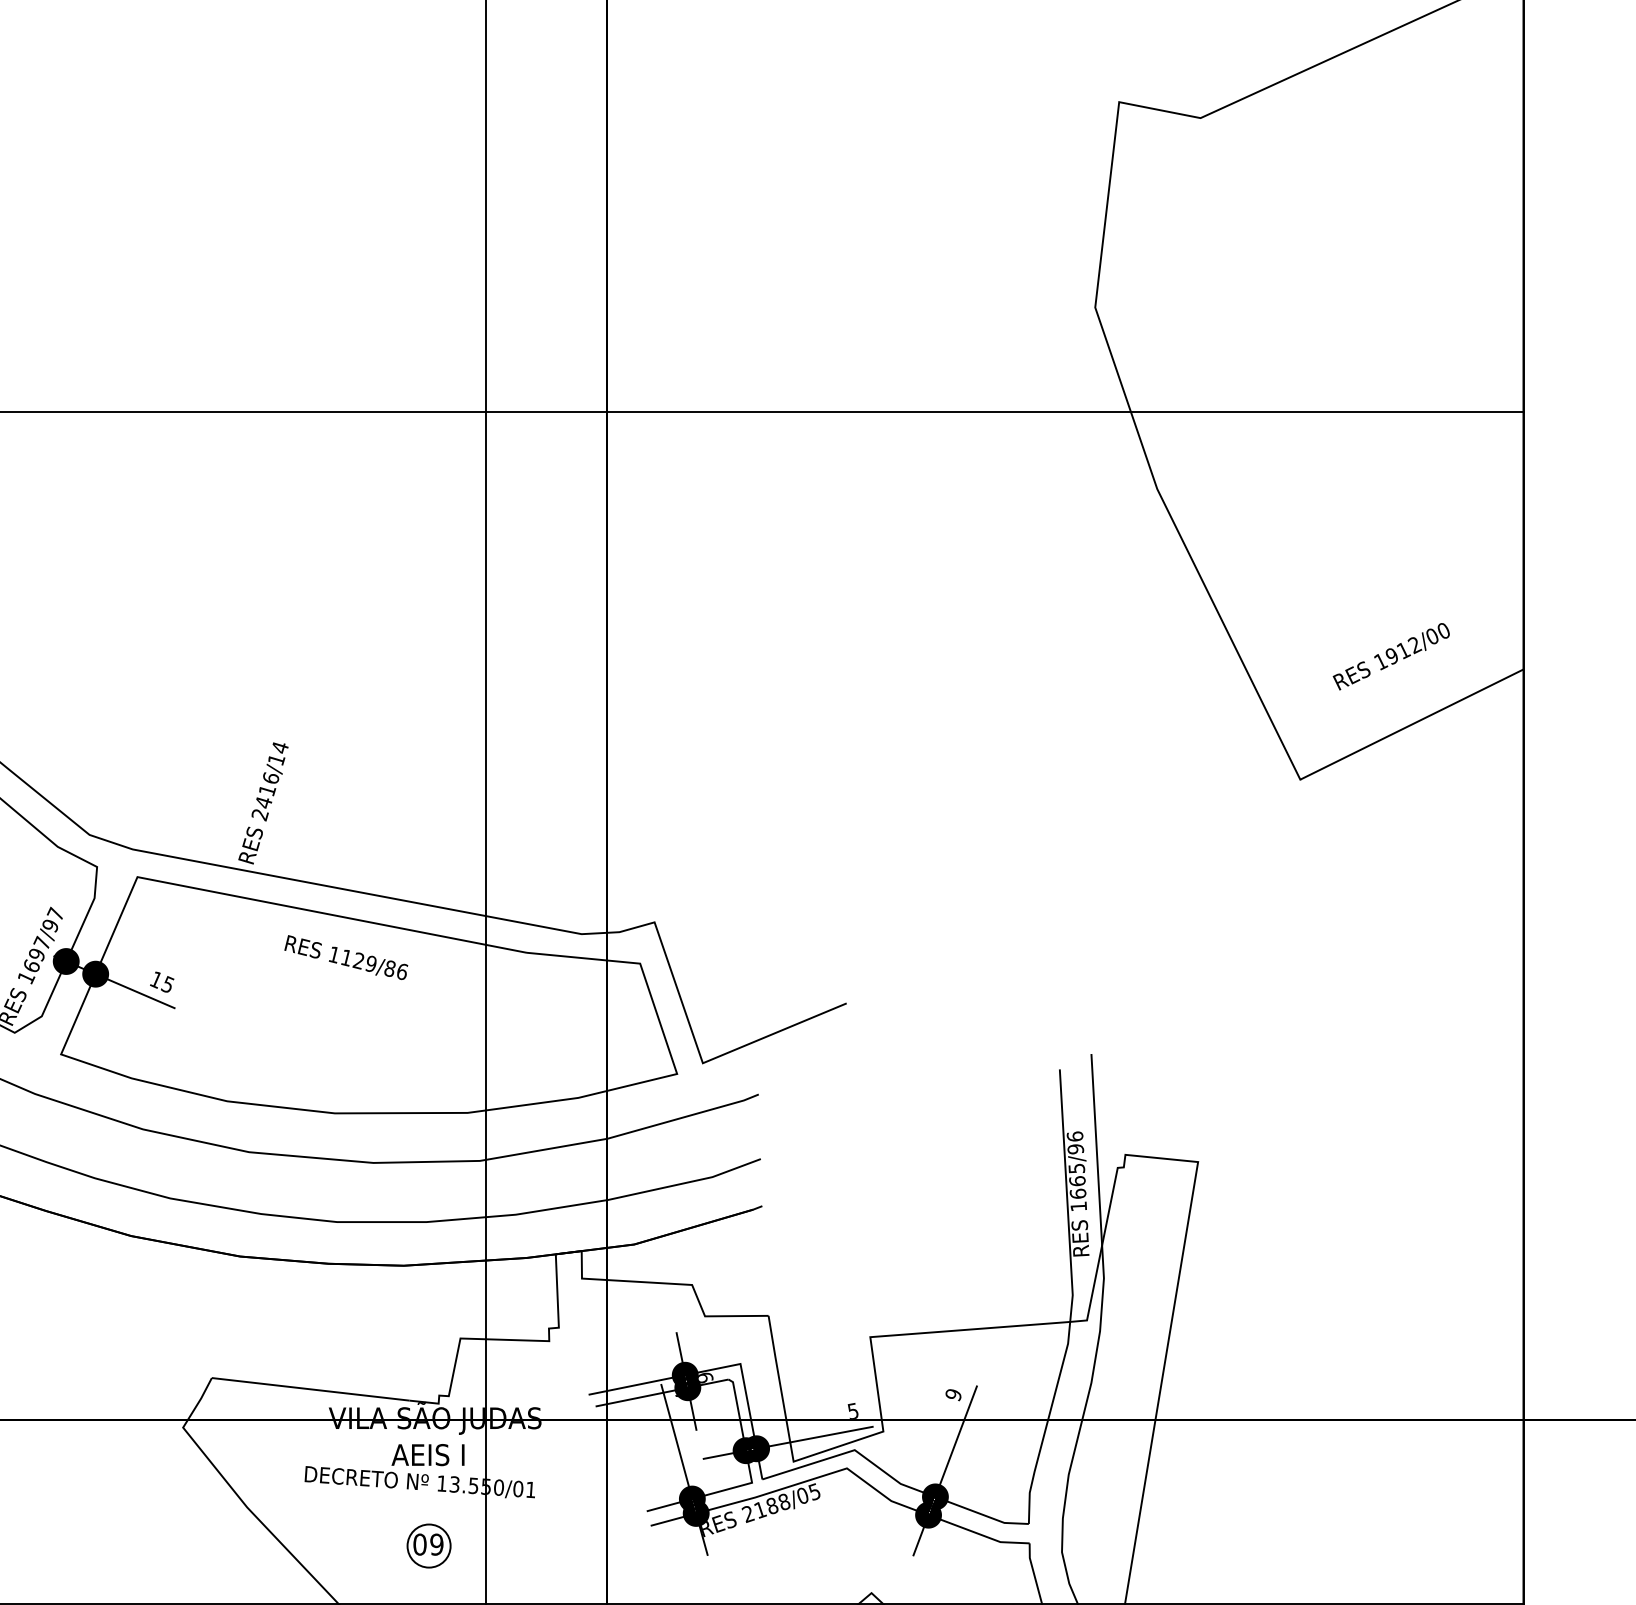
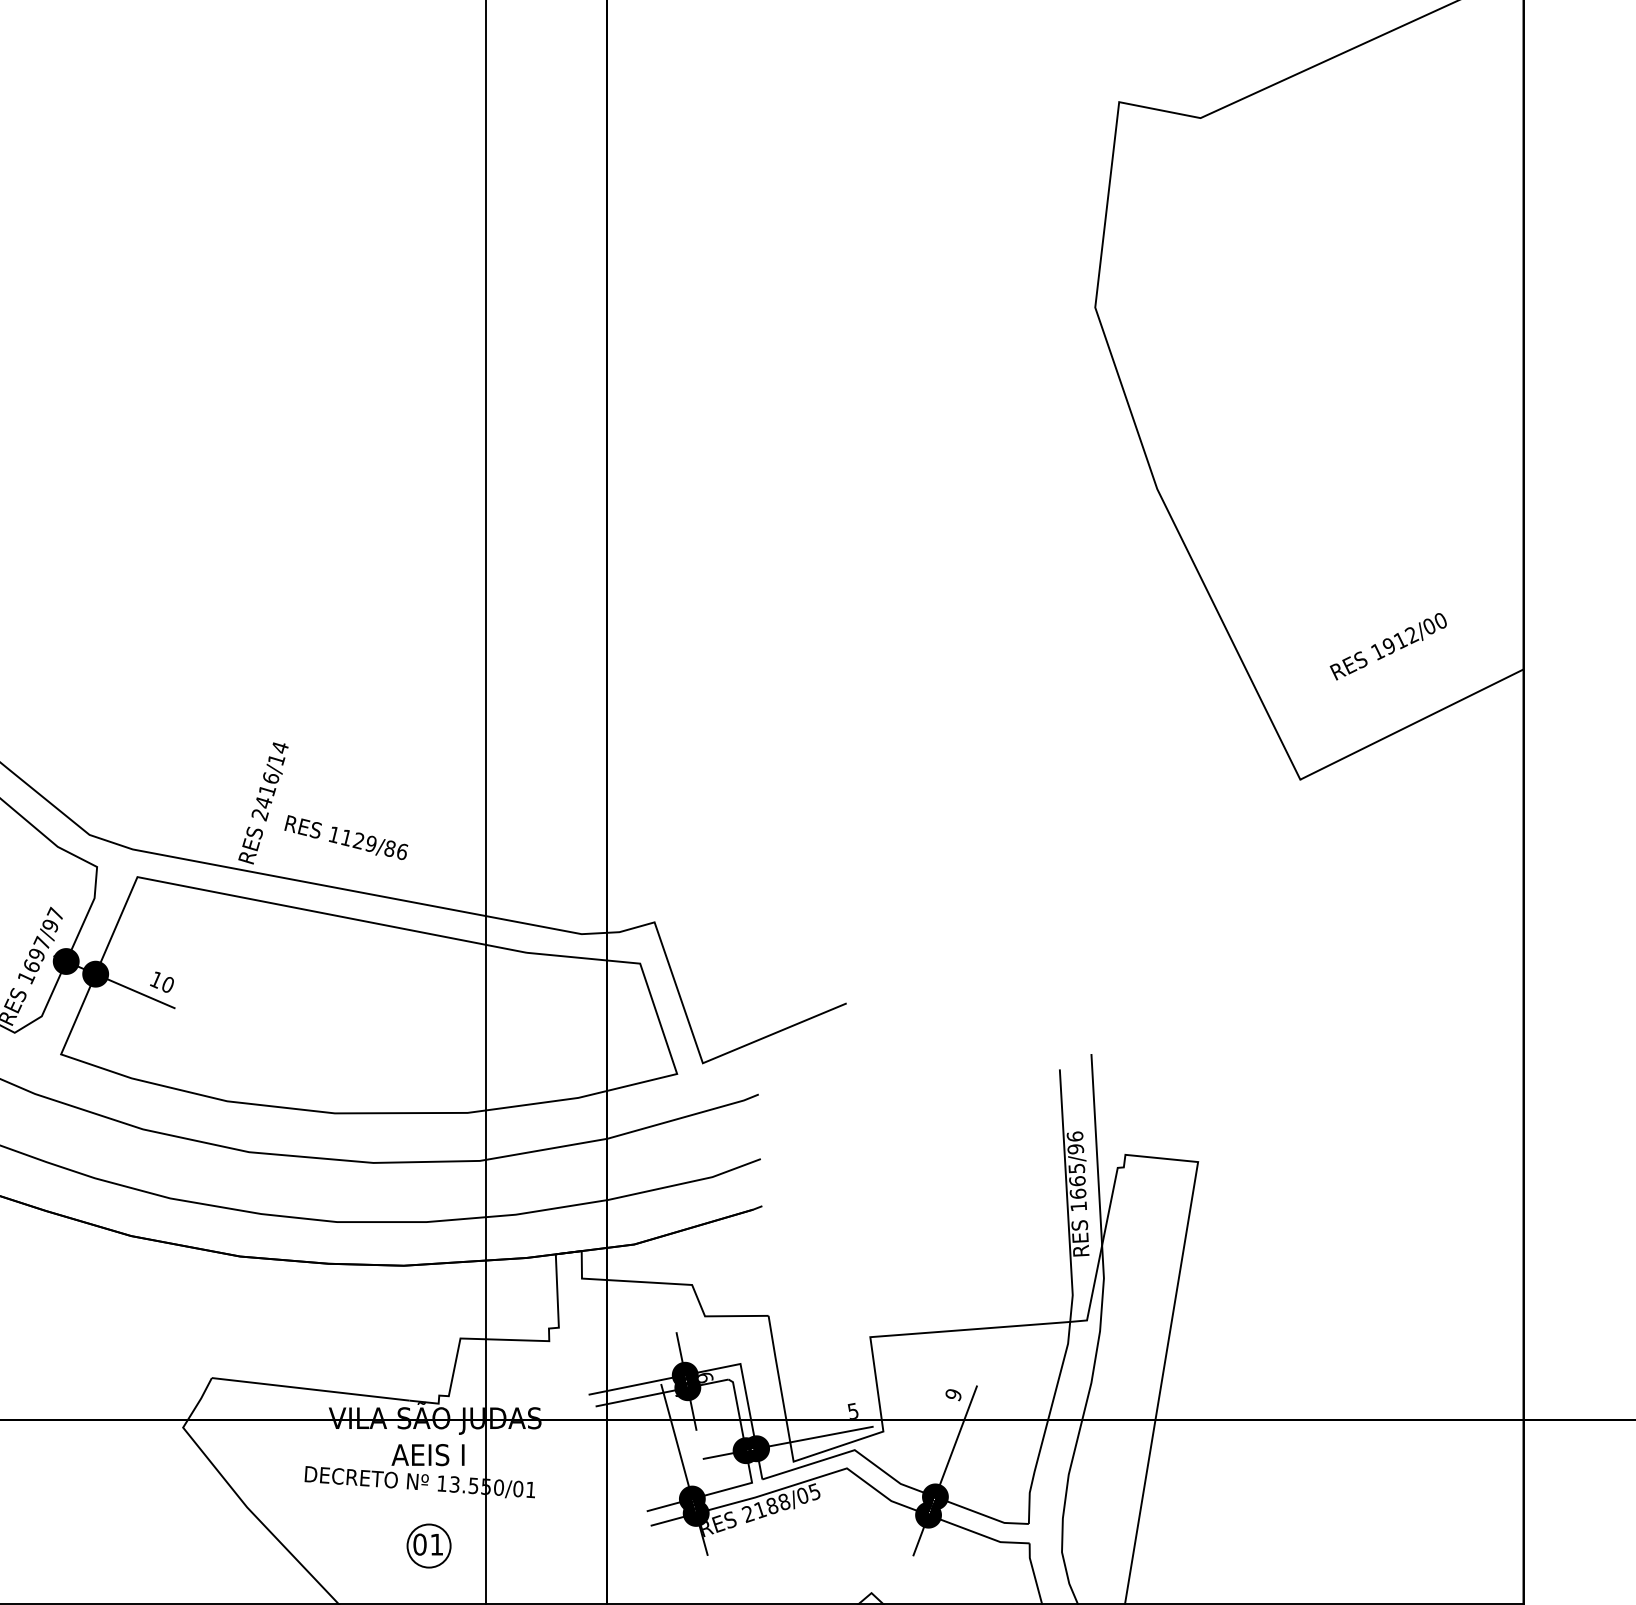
line at (762, 411): present -> none
text at (1390, 656) position: (1390, 656) -> (1387, 646)
text at (346, 957) position: (346, 957) -> (346, 837)
text at (167, 984): 15 -> 10
text at (436, 1544): 09 -> 01
